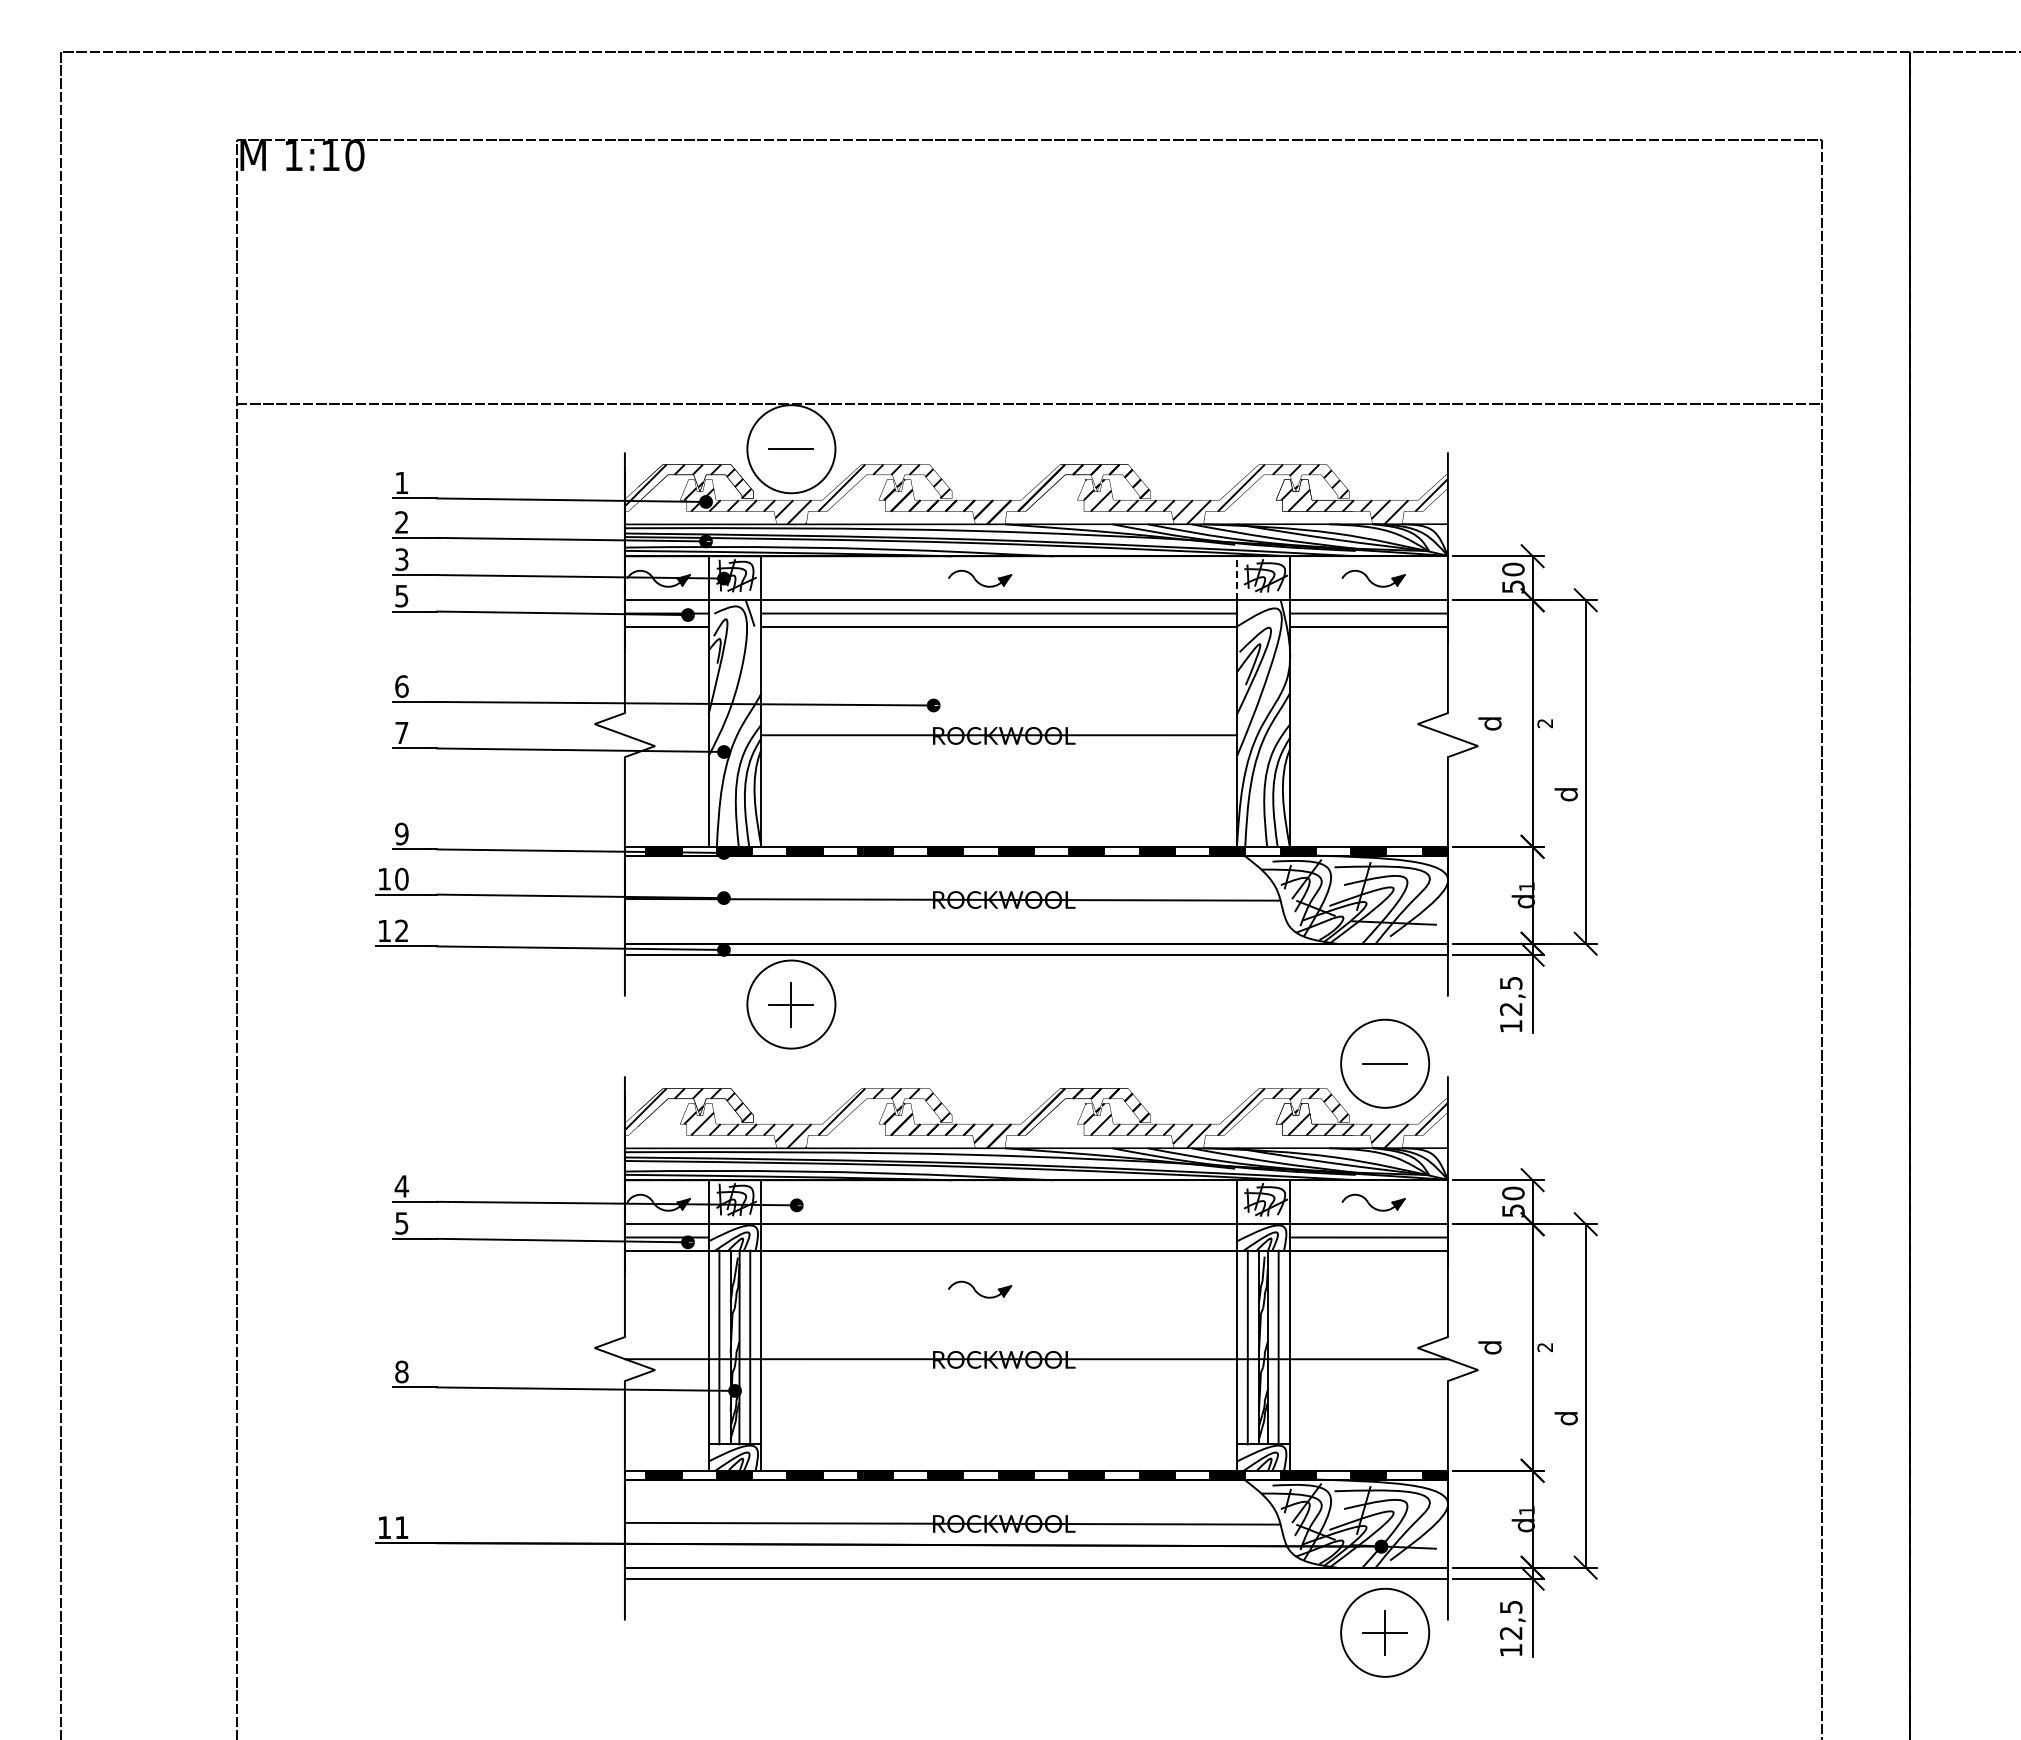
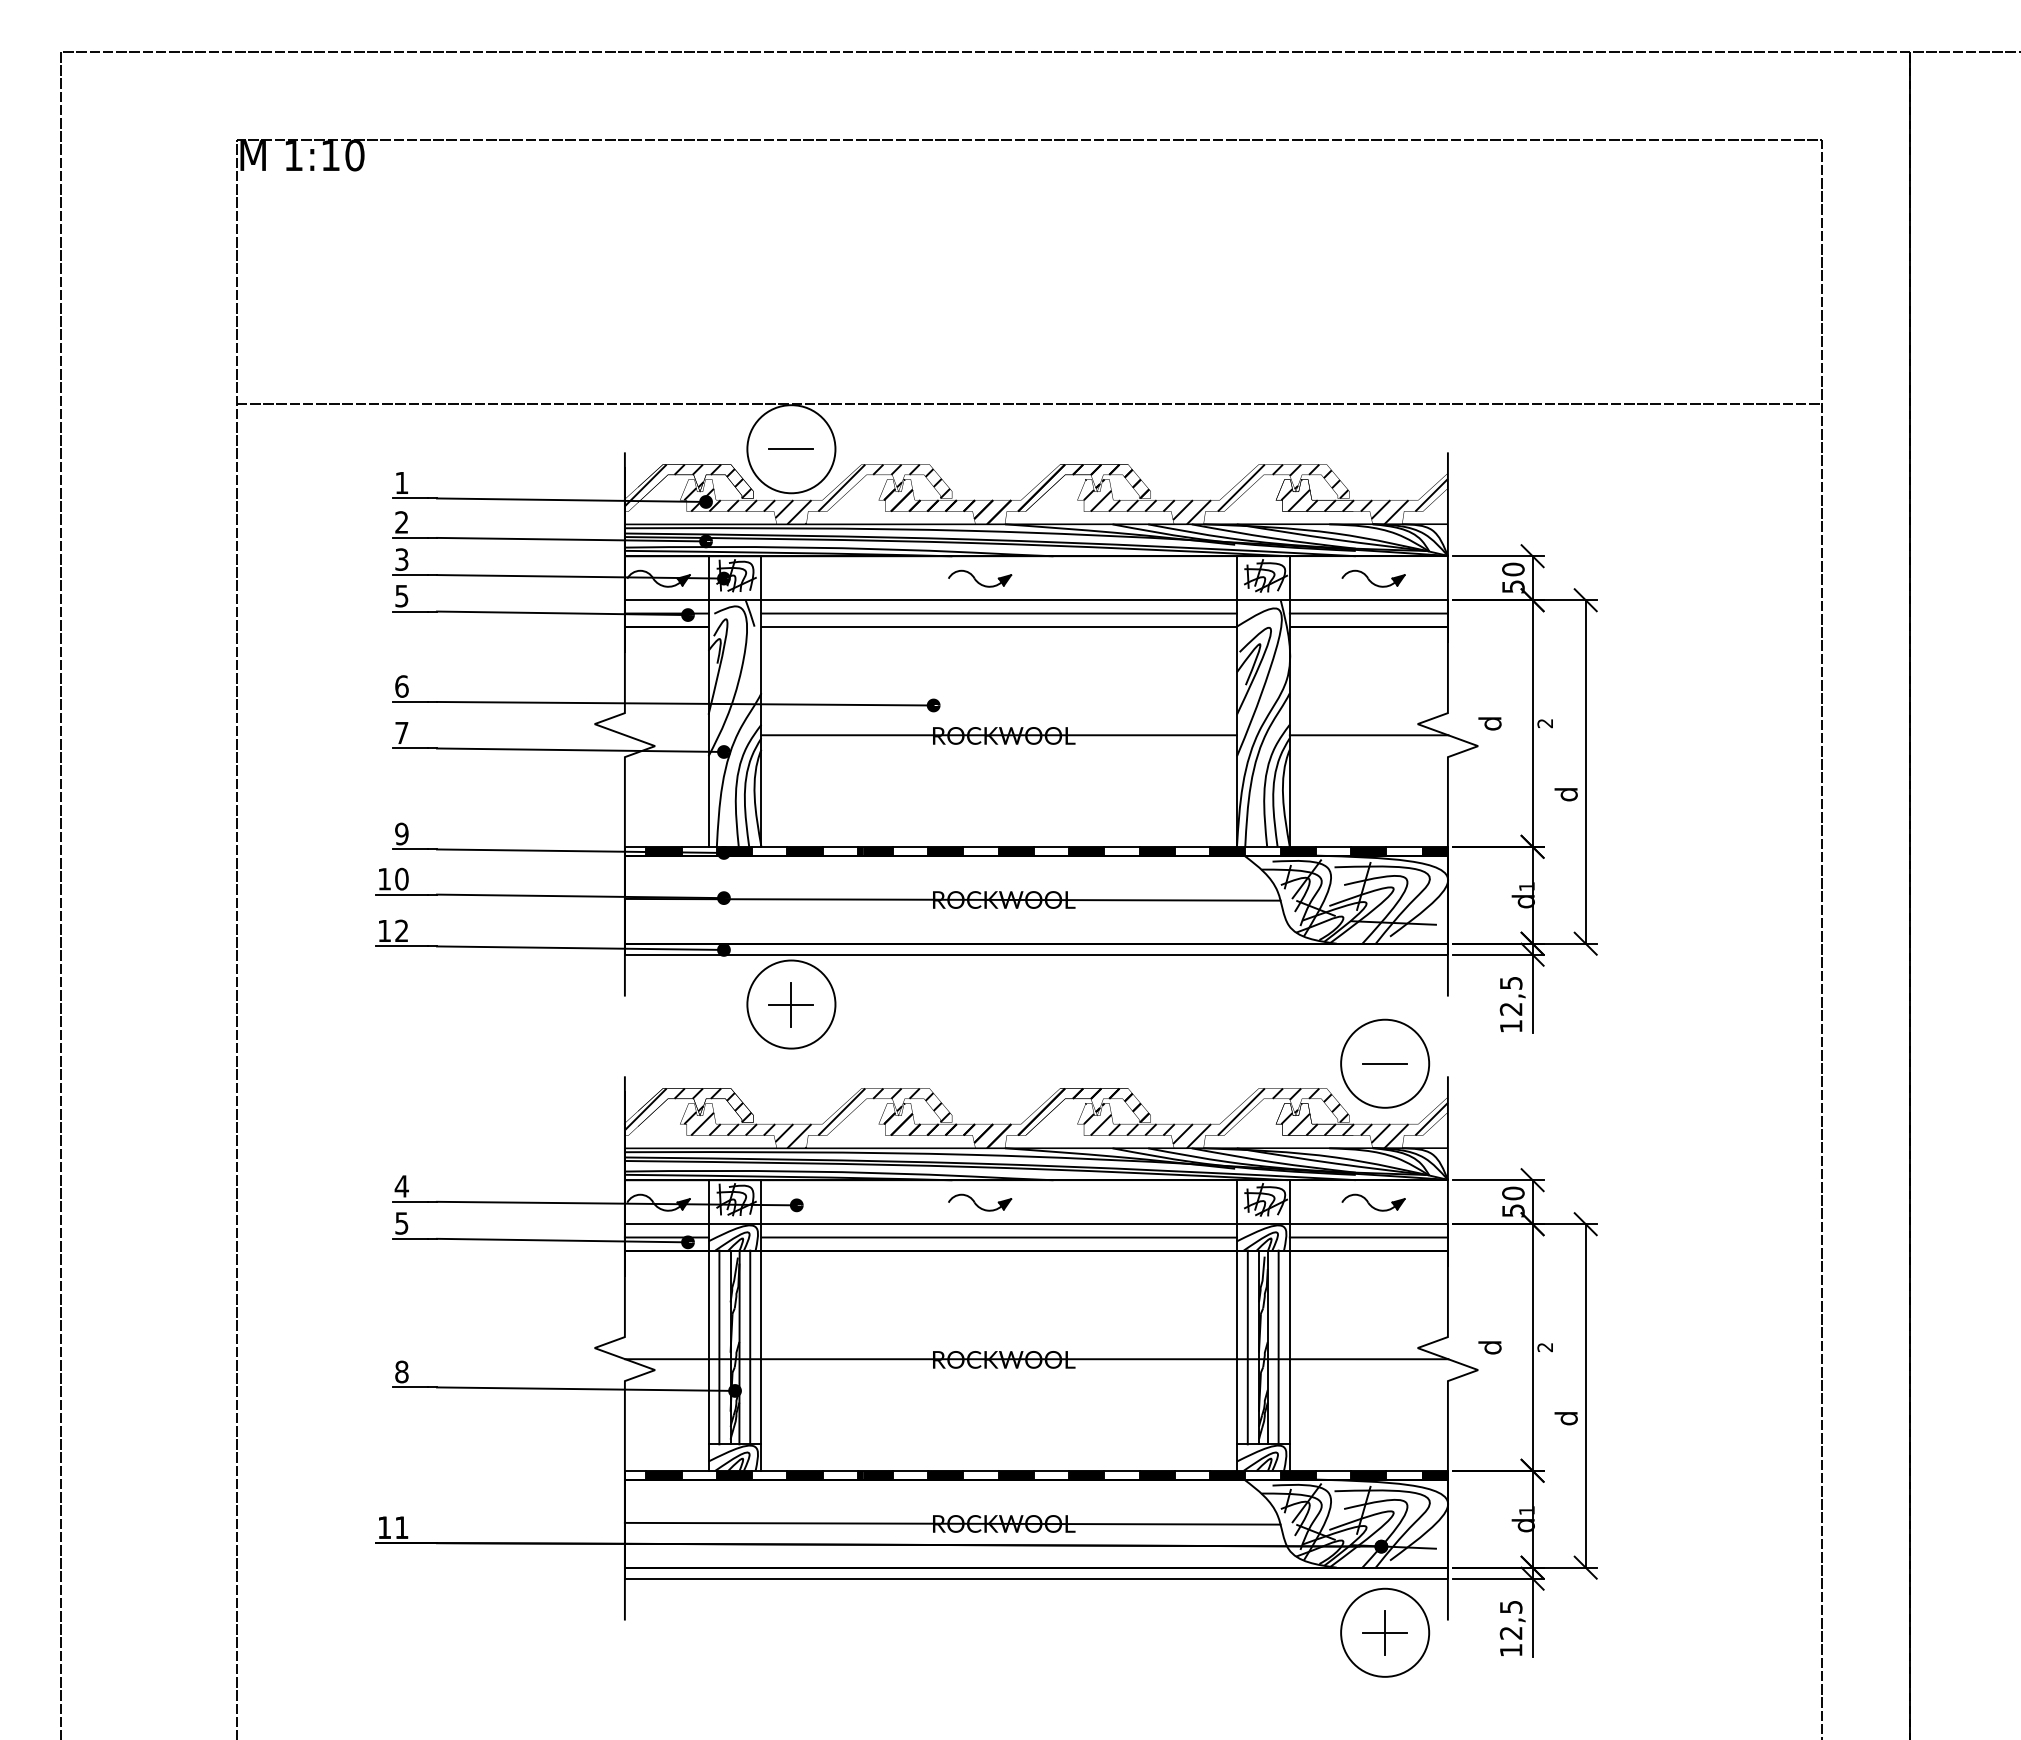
line at (1236, 578): dashed -> solid
line at (1368, 735): none -> present
line at (998, 1237): none -> present
part at (980, 1289) position: (980, 1289) -> (980, 1202)
